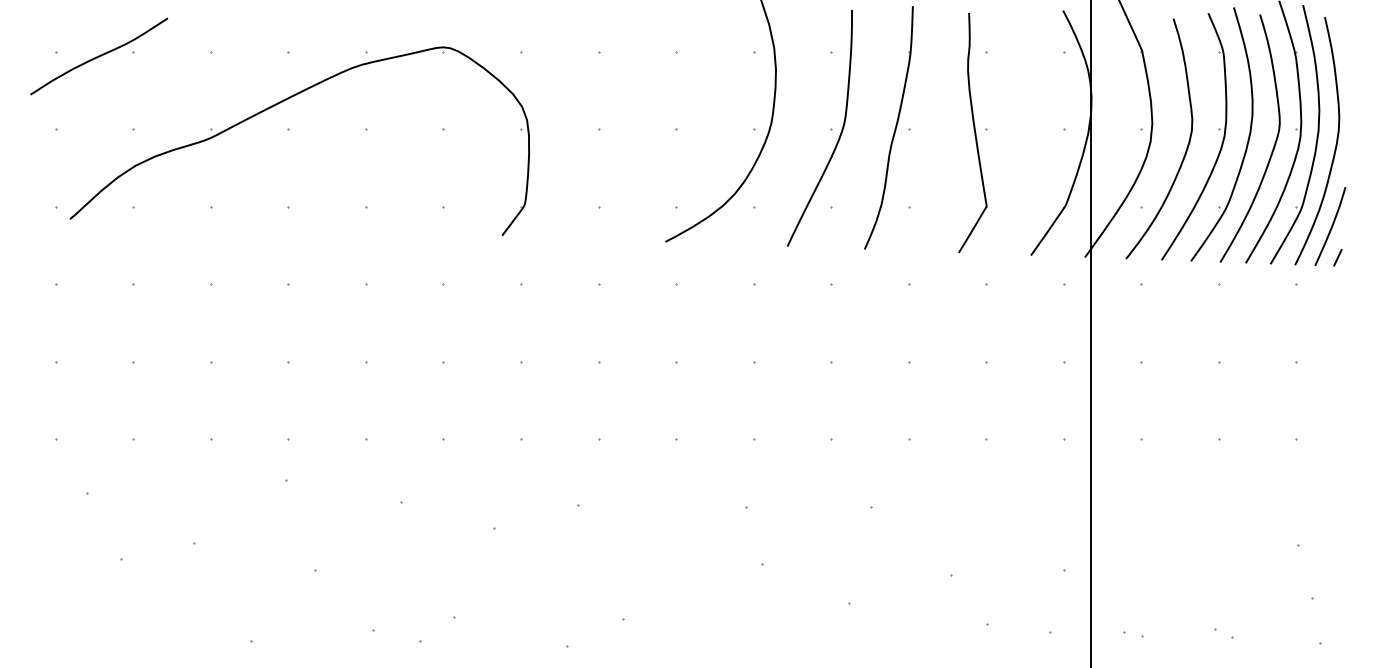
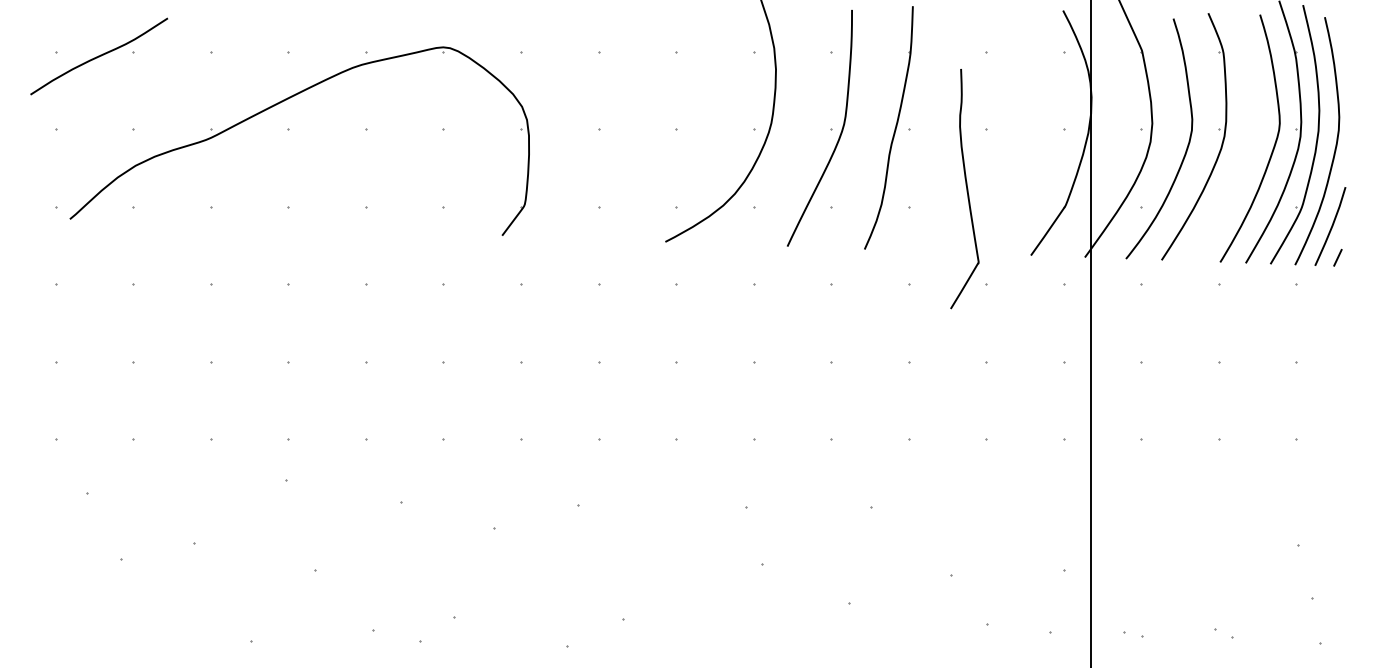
part at (972, 133) position: (972, 133) -> (964, 189)
part at (1247, 139): present -> none
